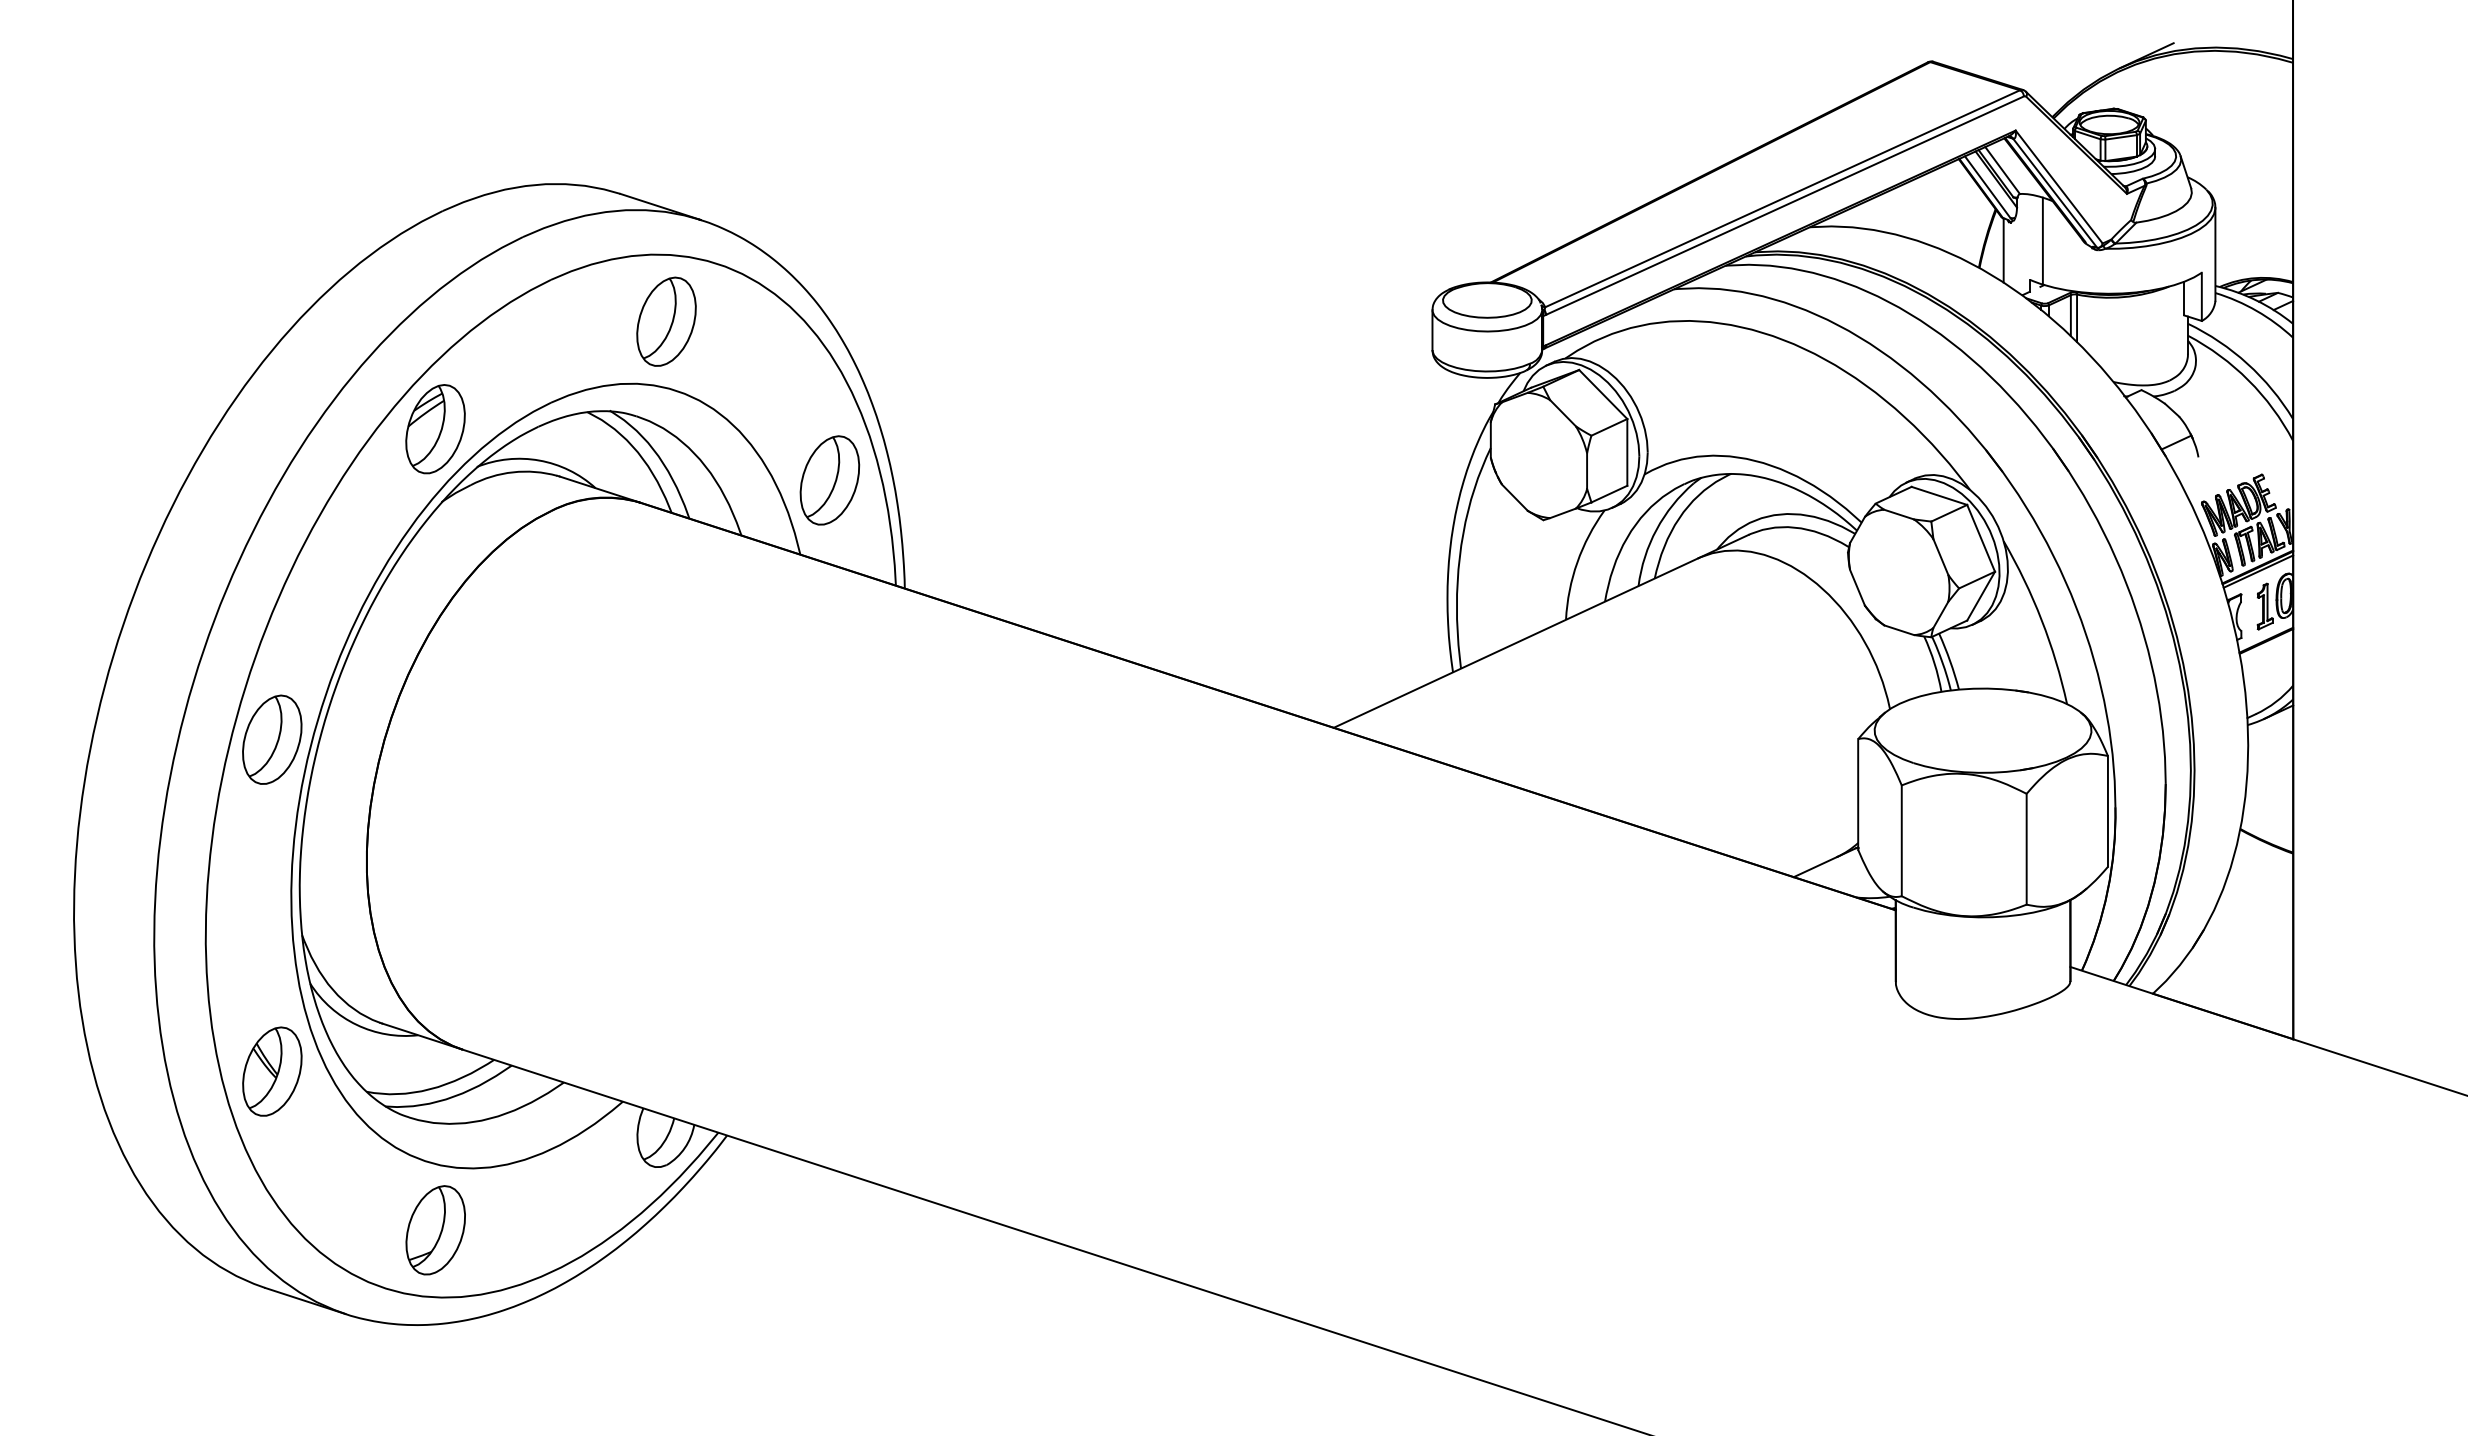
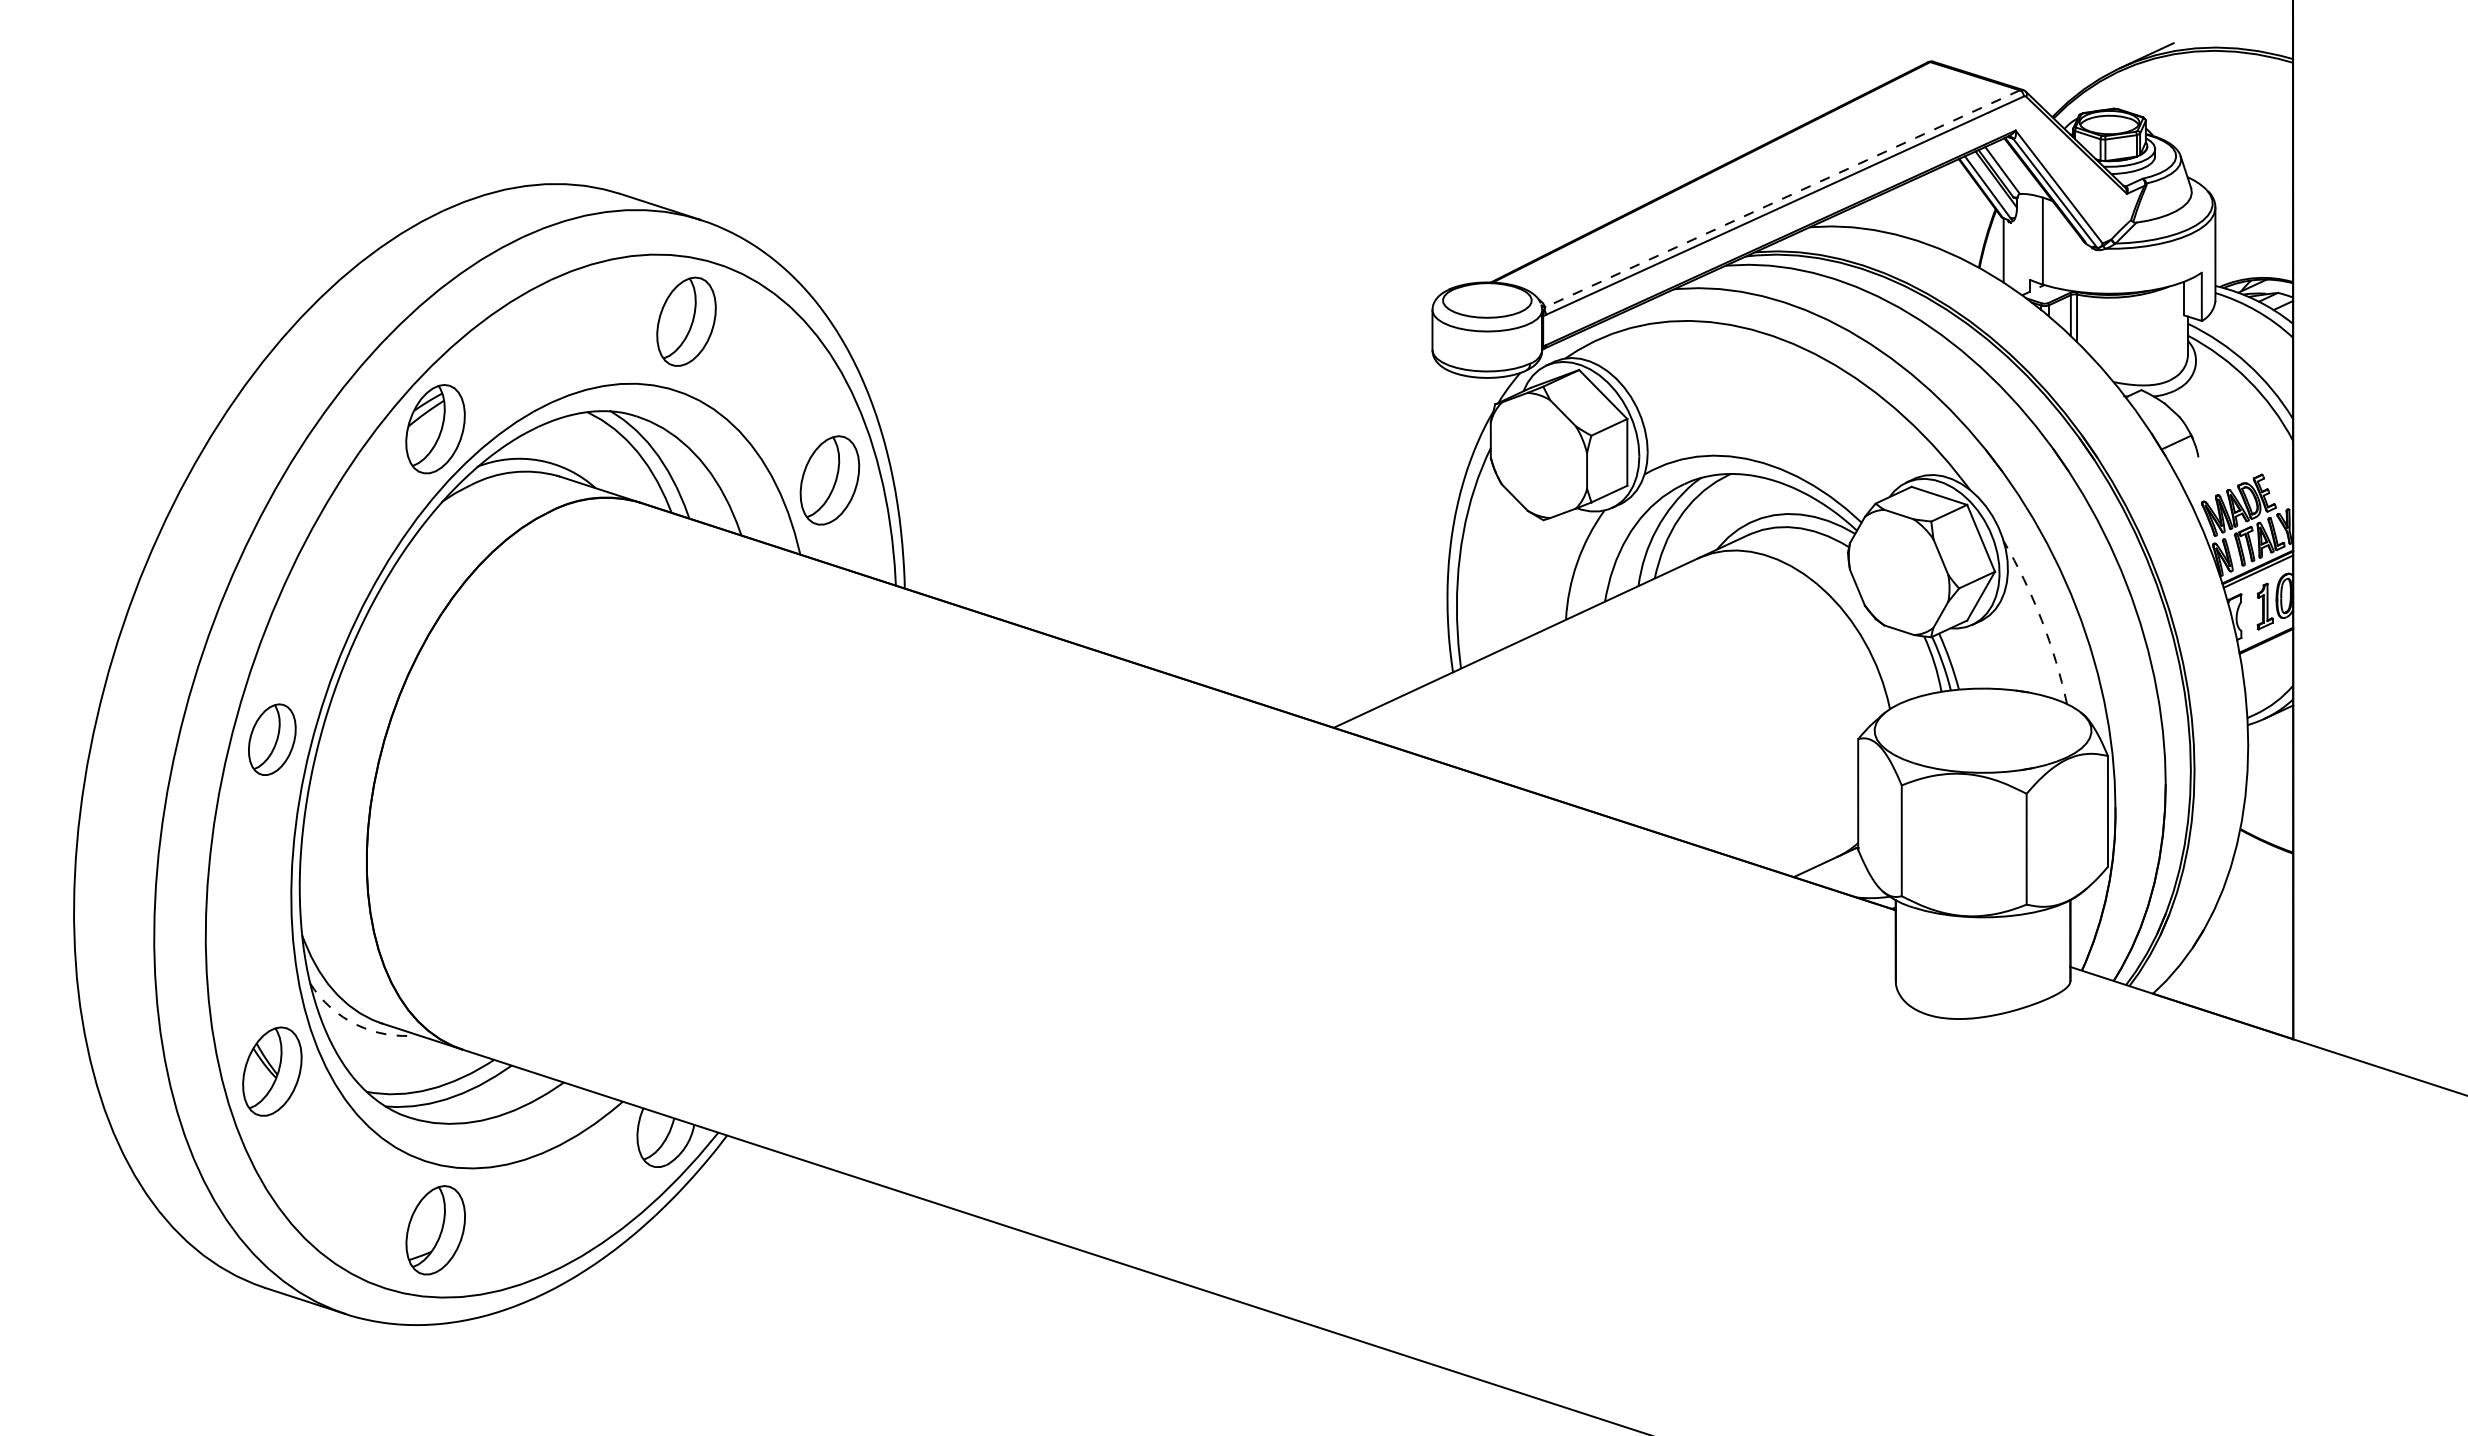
line at (1782, 198): solid -> dashed
part at (666, 321) position: (666, 321) -> (686, 321)
arc at (2041, 620): solid -> dashed
part at (272, 739) size: 61x91 px -> 49x73 px
arc at (356, 1024): solid -> dashed
